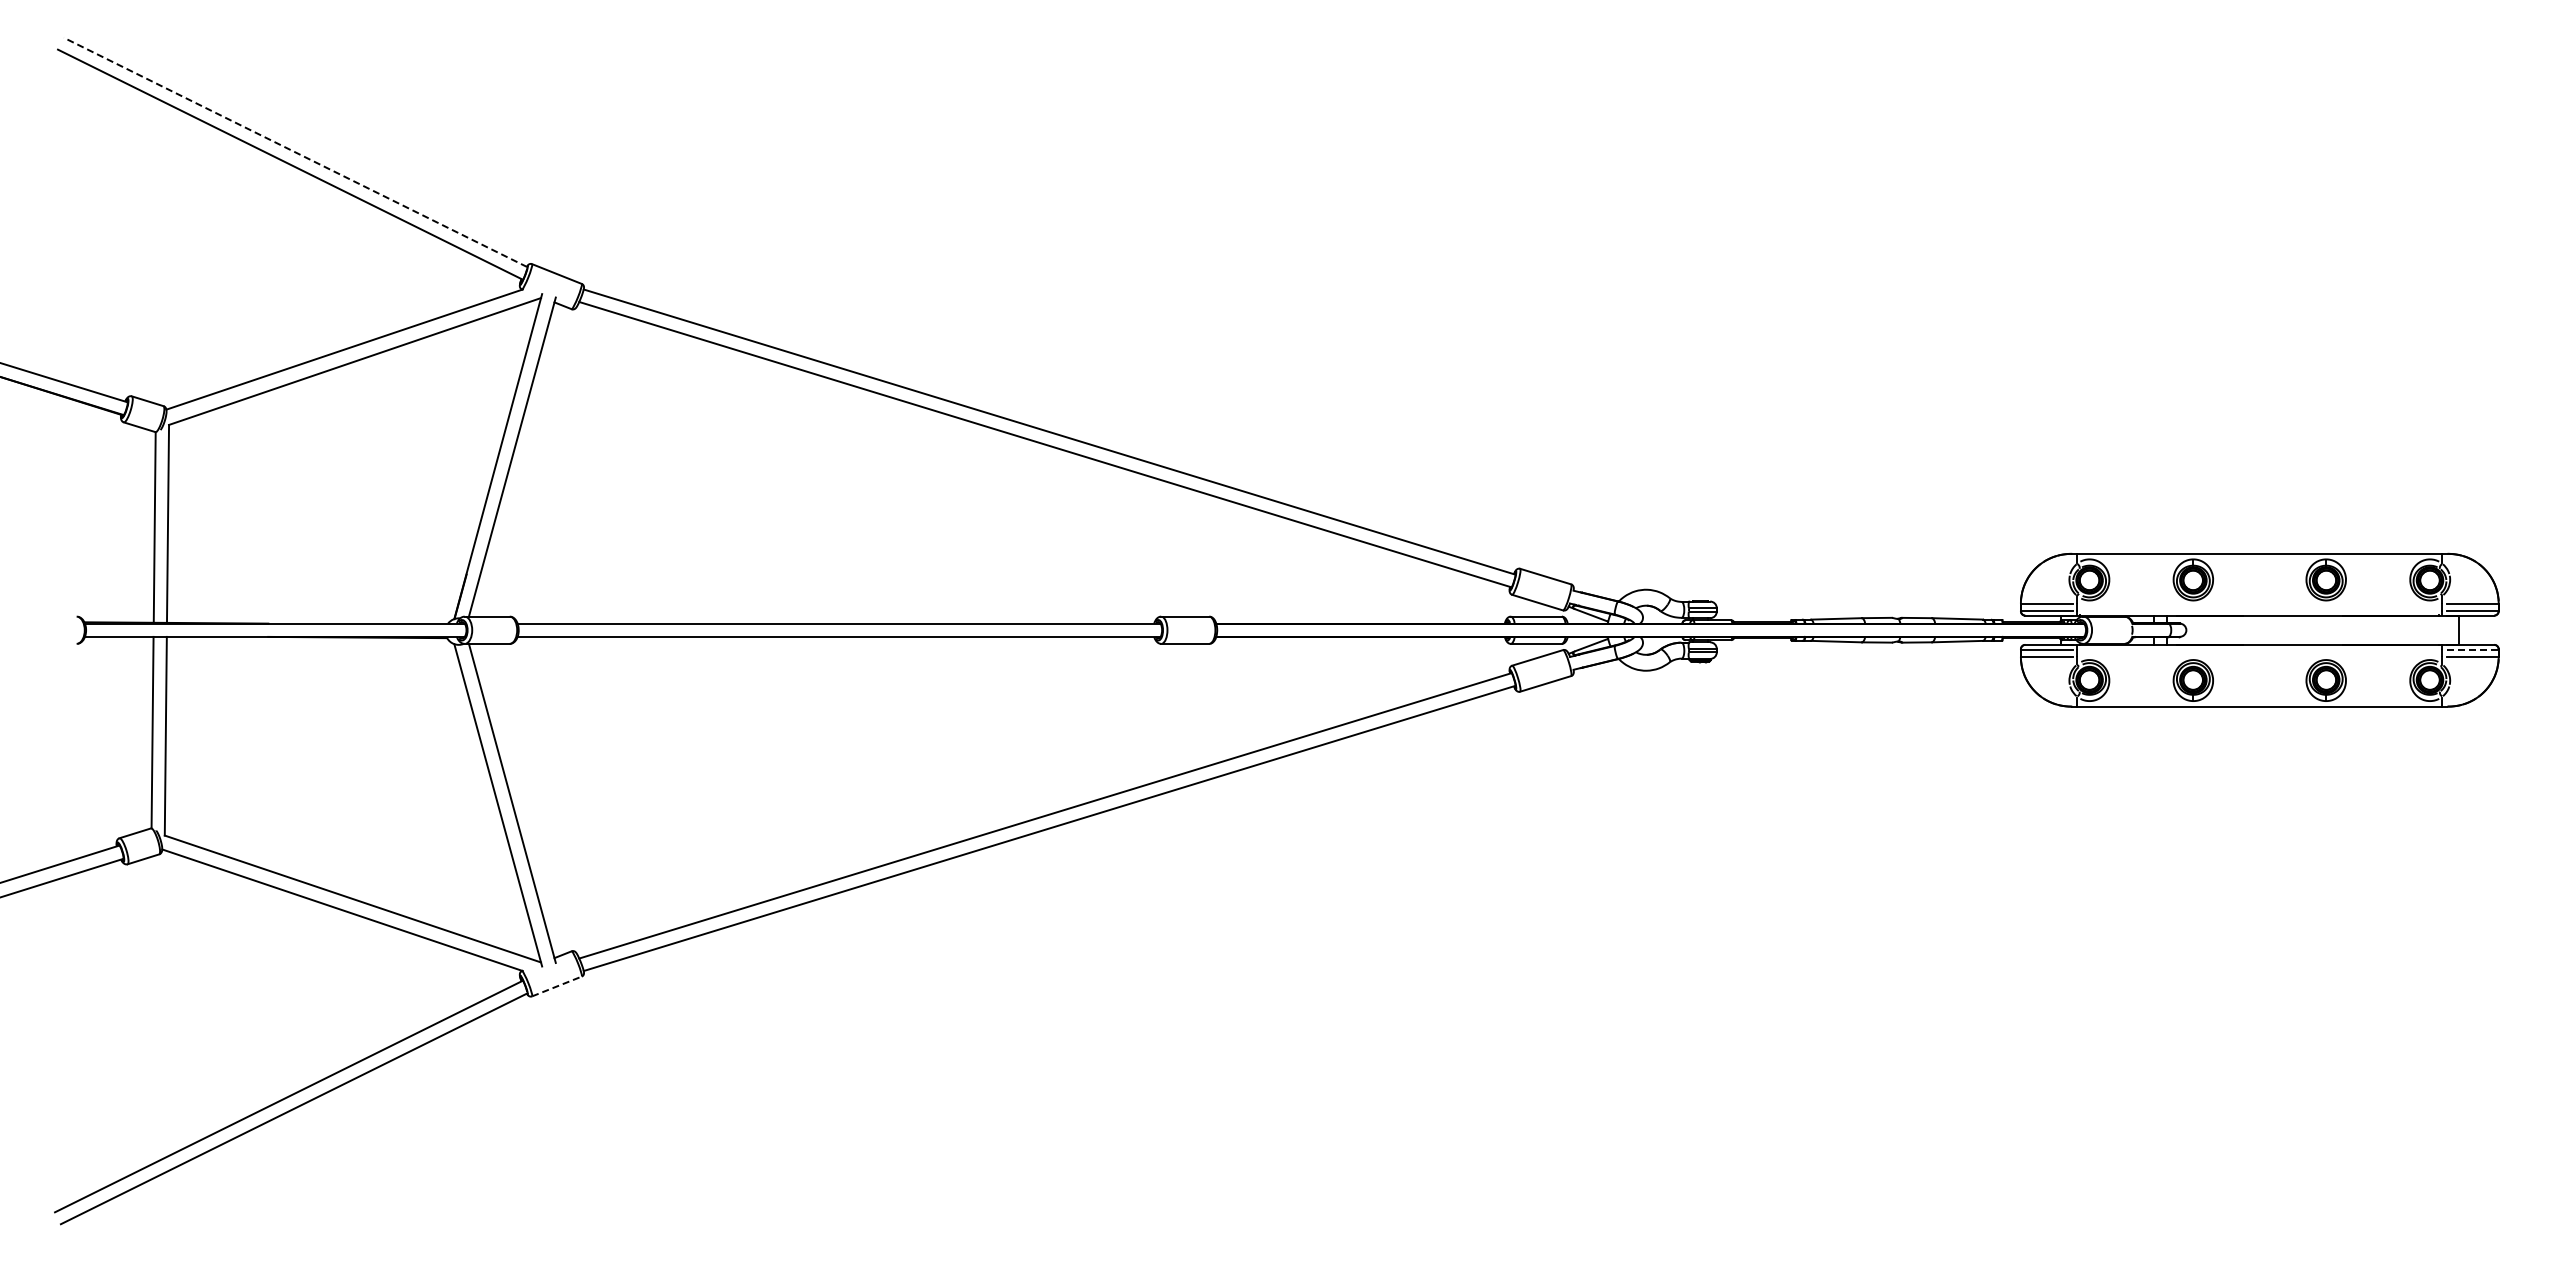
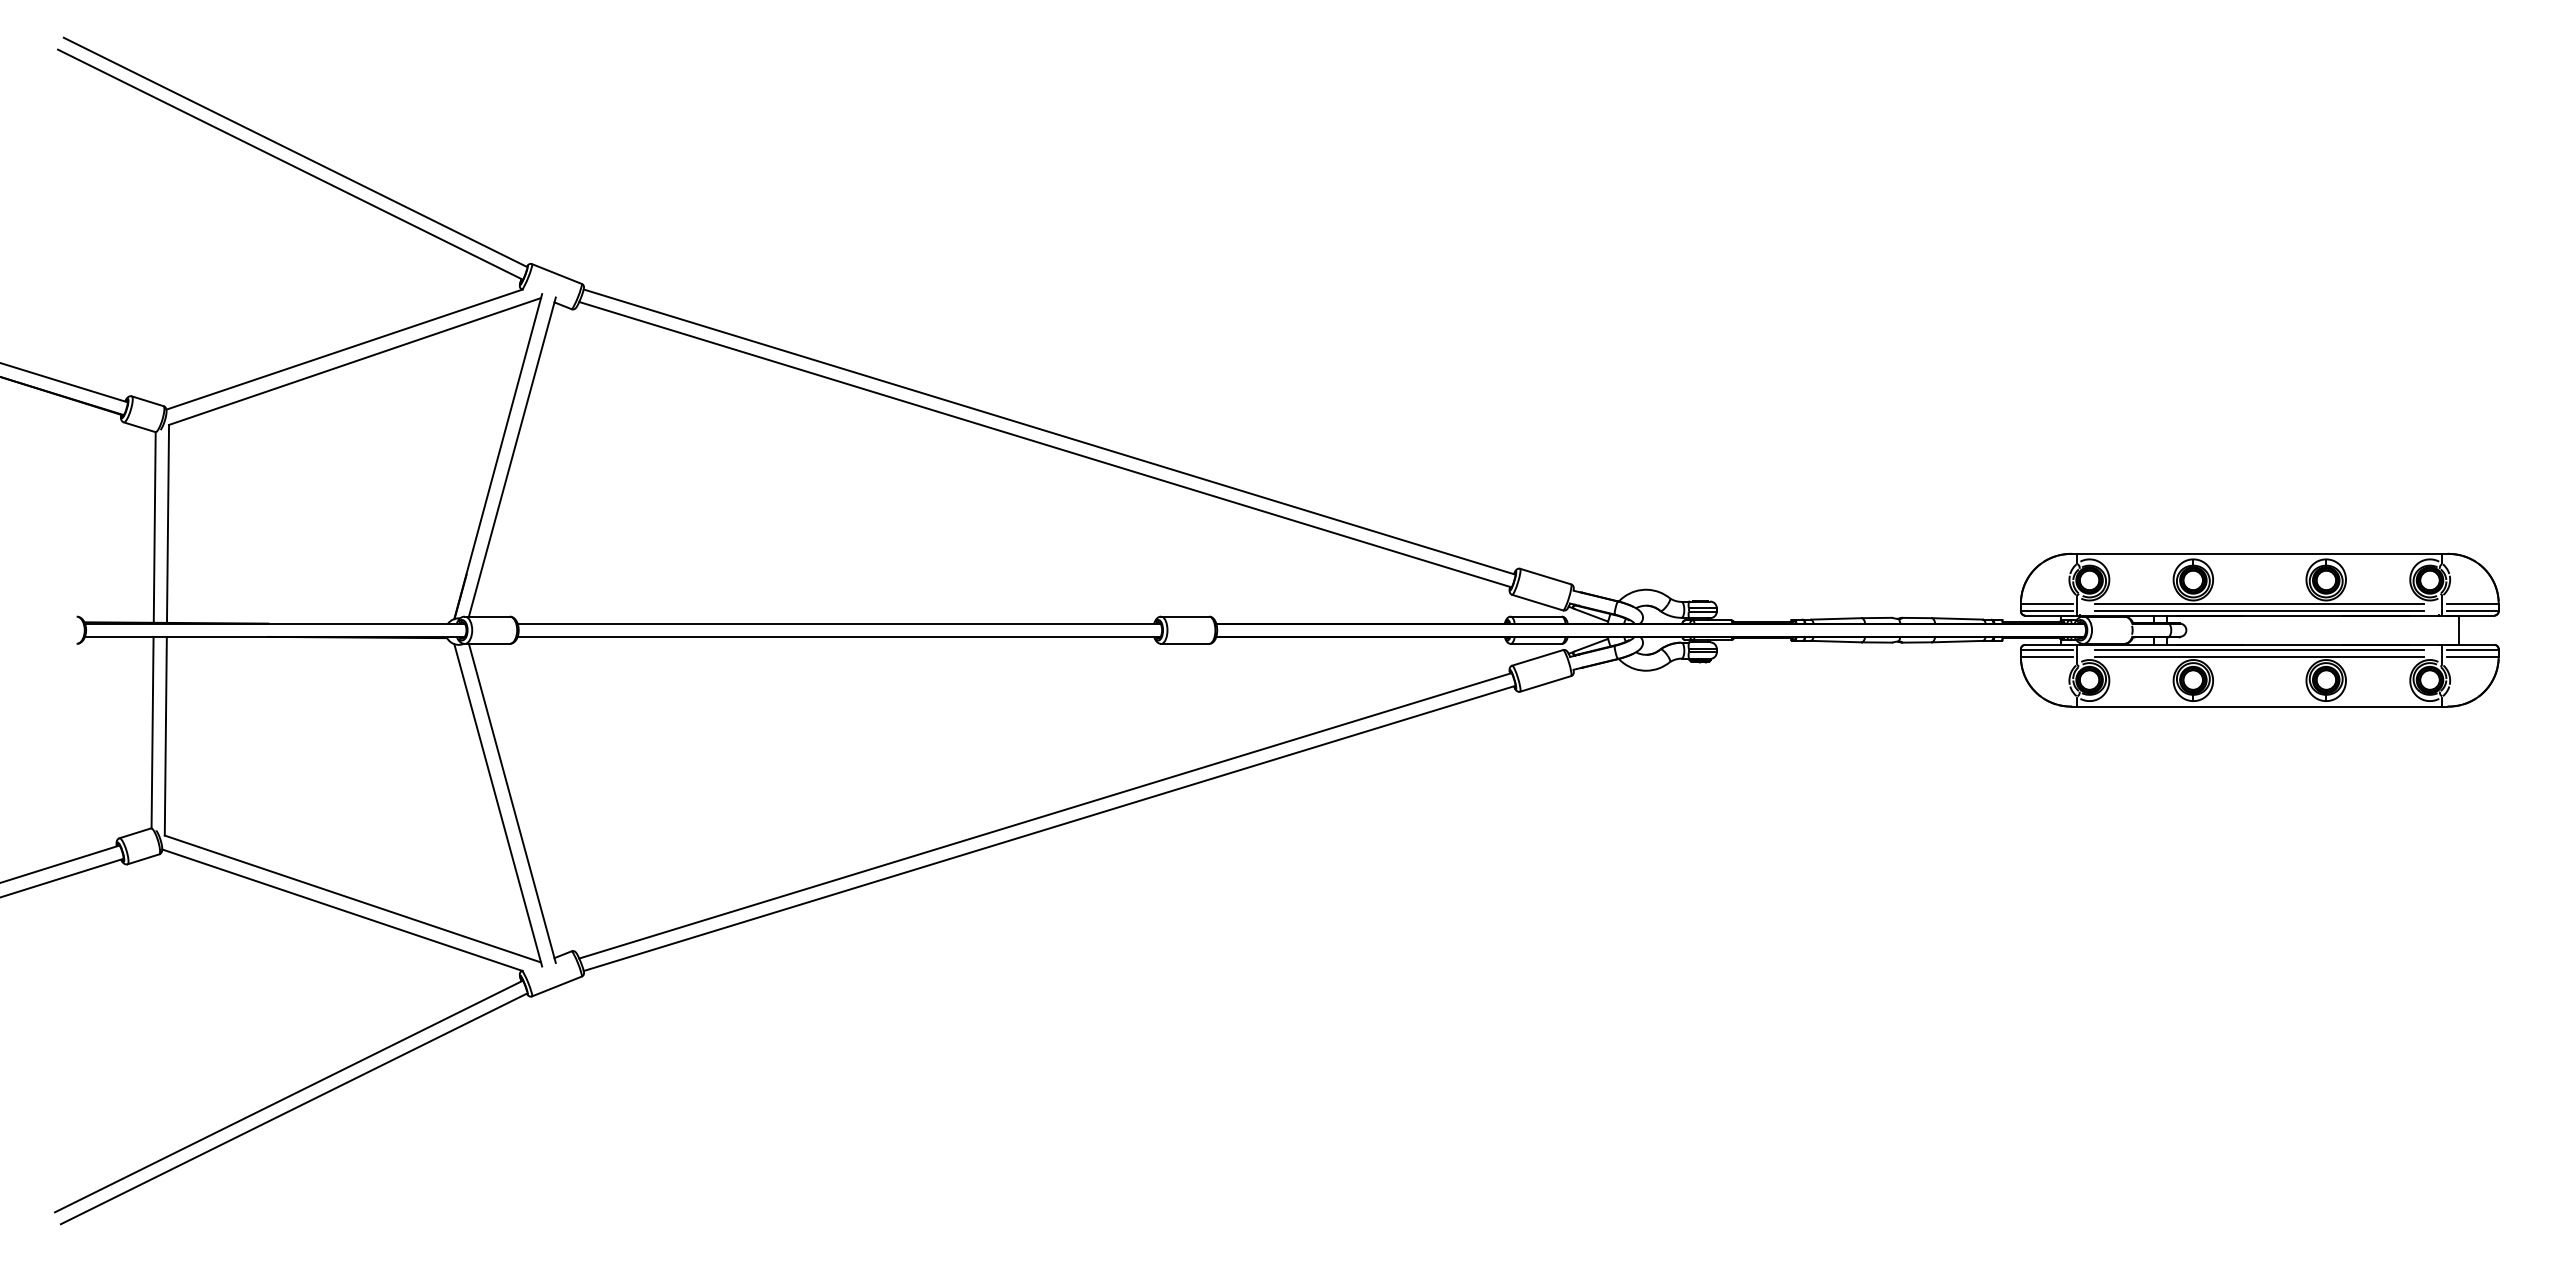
line at (295, 152): dashed -> solid
line at (2259, 603): none -> present
line at (2259, 611): none -> present
line at (2259, 649): none -> present
line at (2472, 649): dashed -> solid
line at (2259, 656): none -> present
line at (556, 986): dashed -> solid
